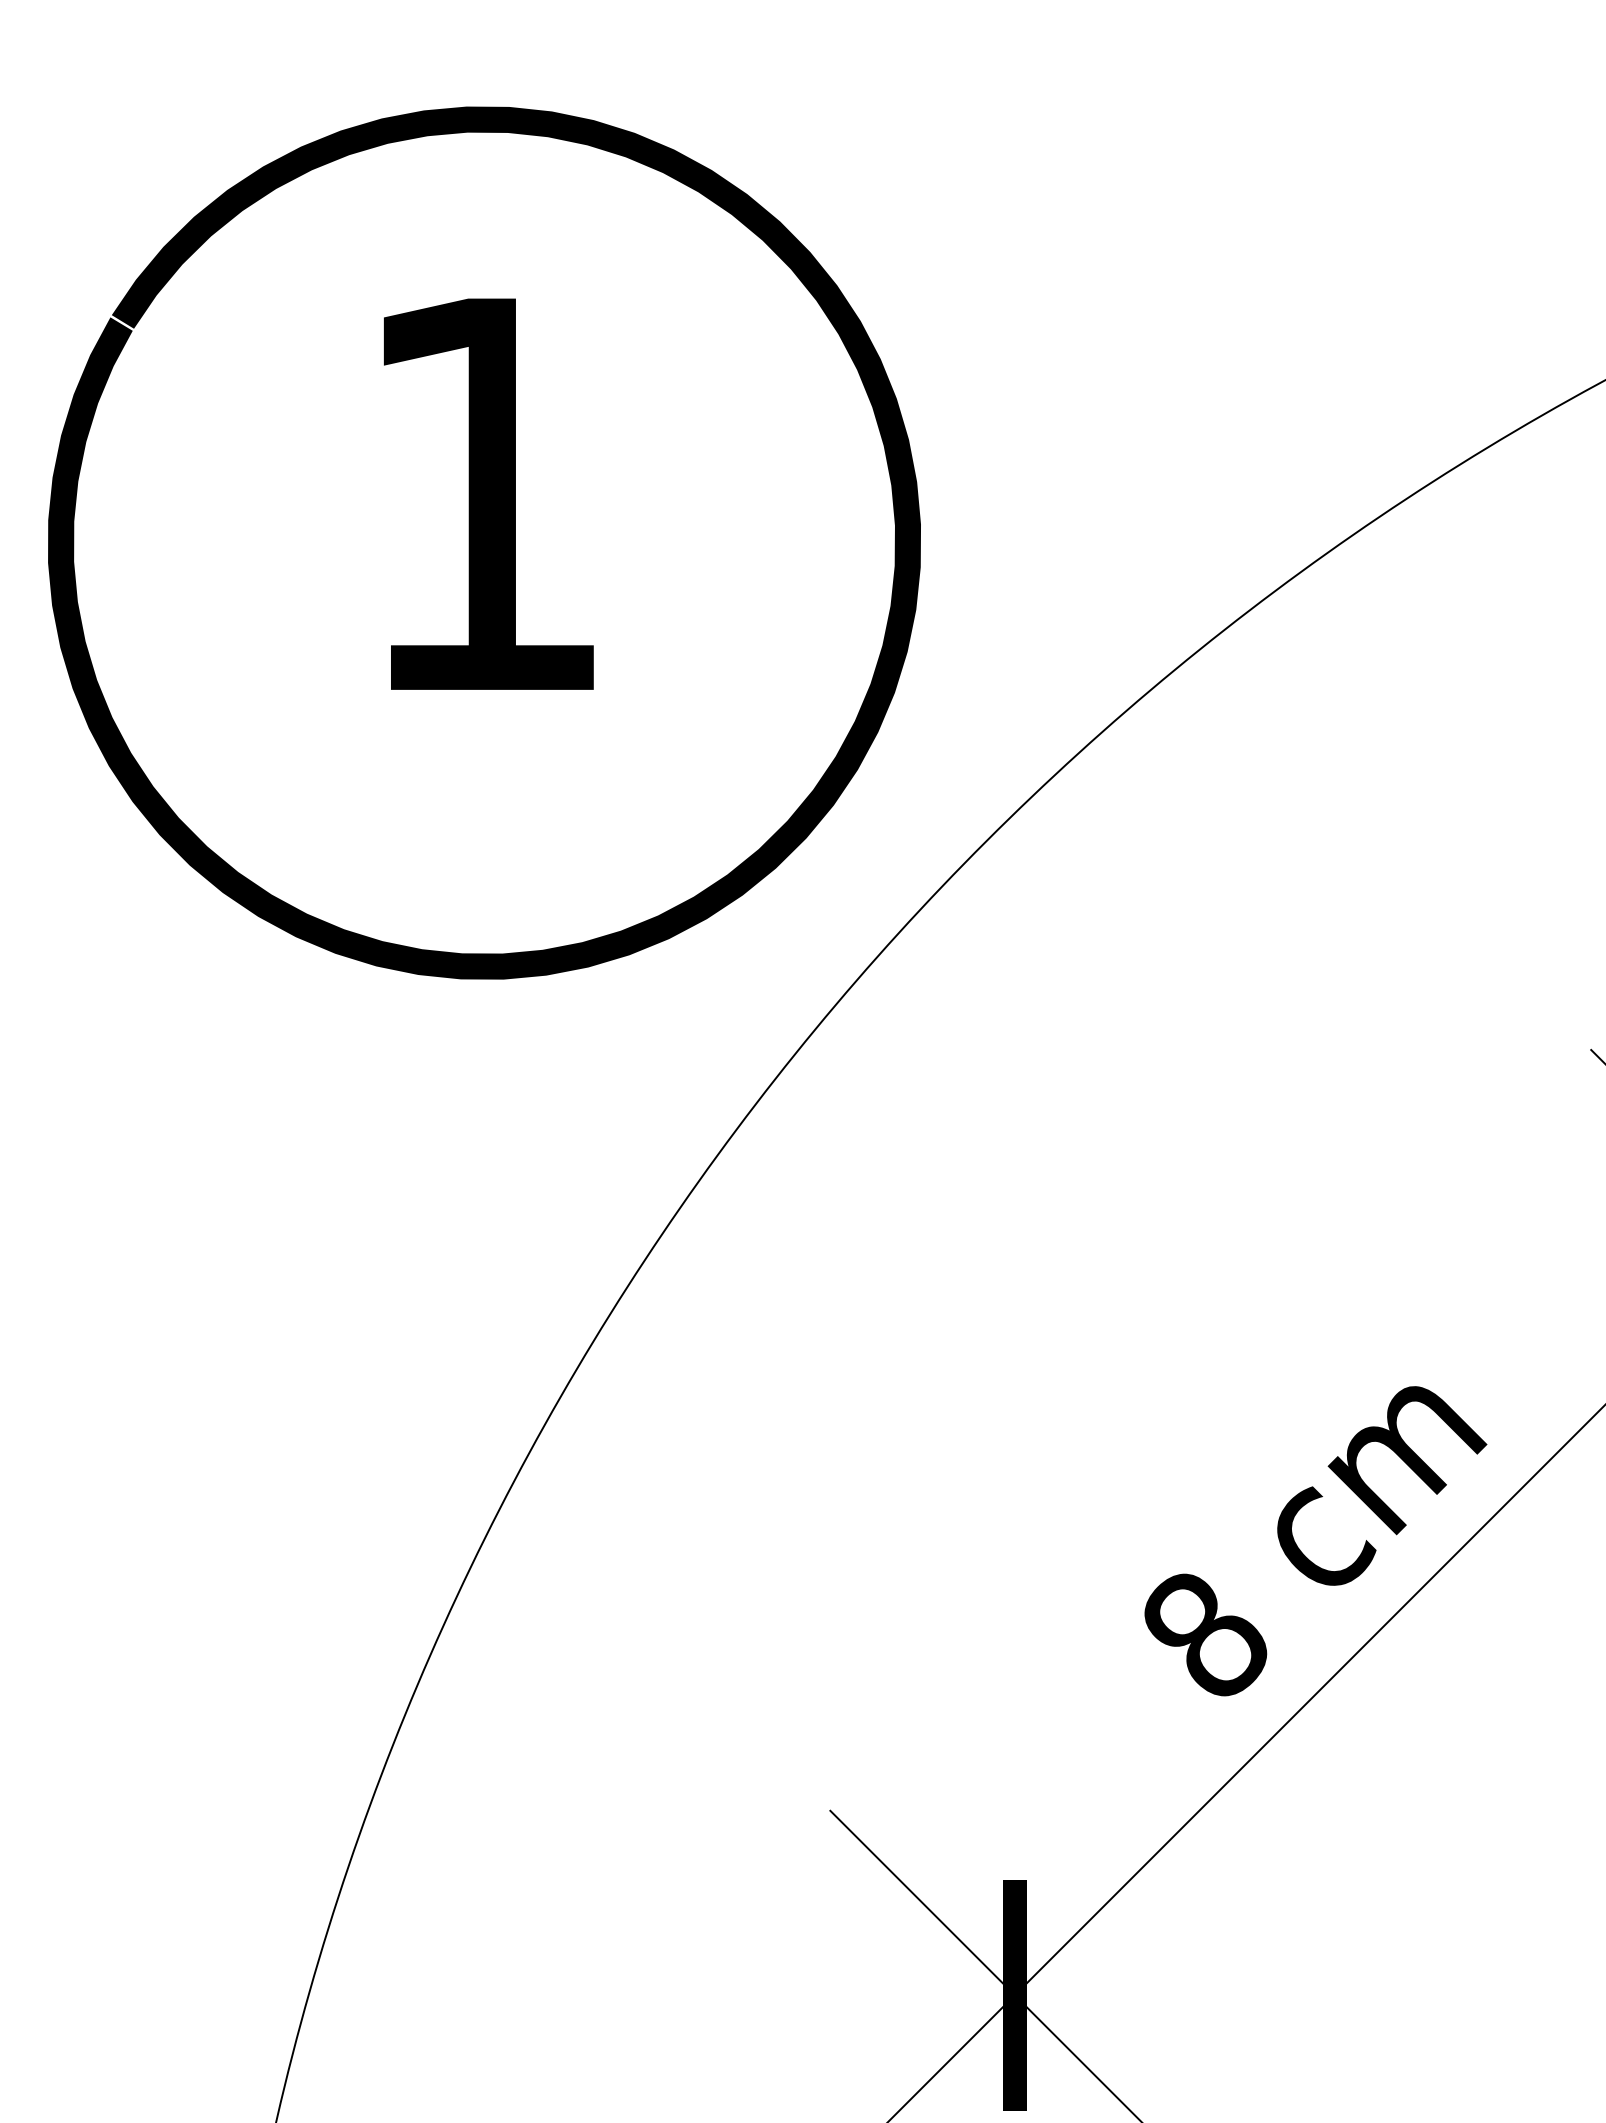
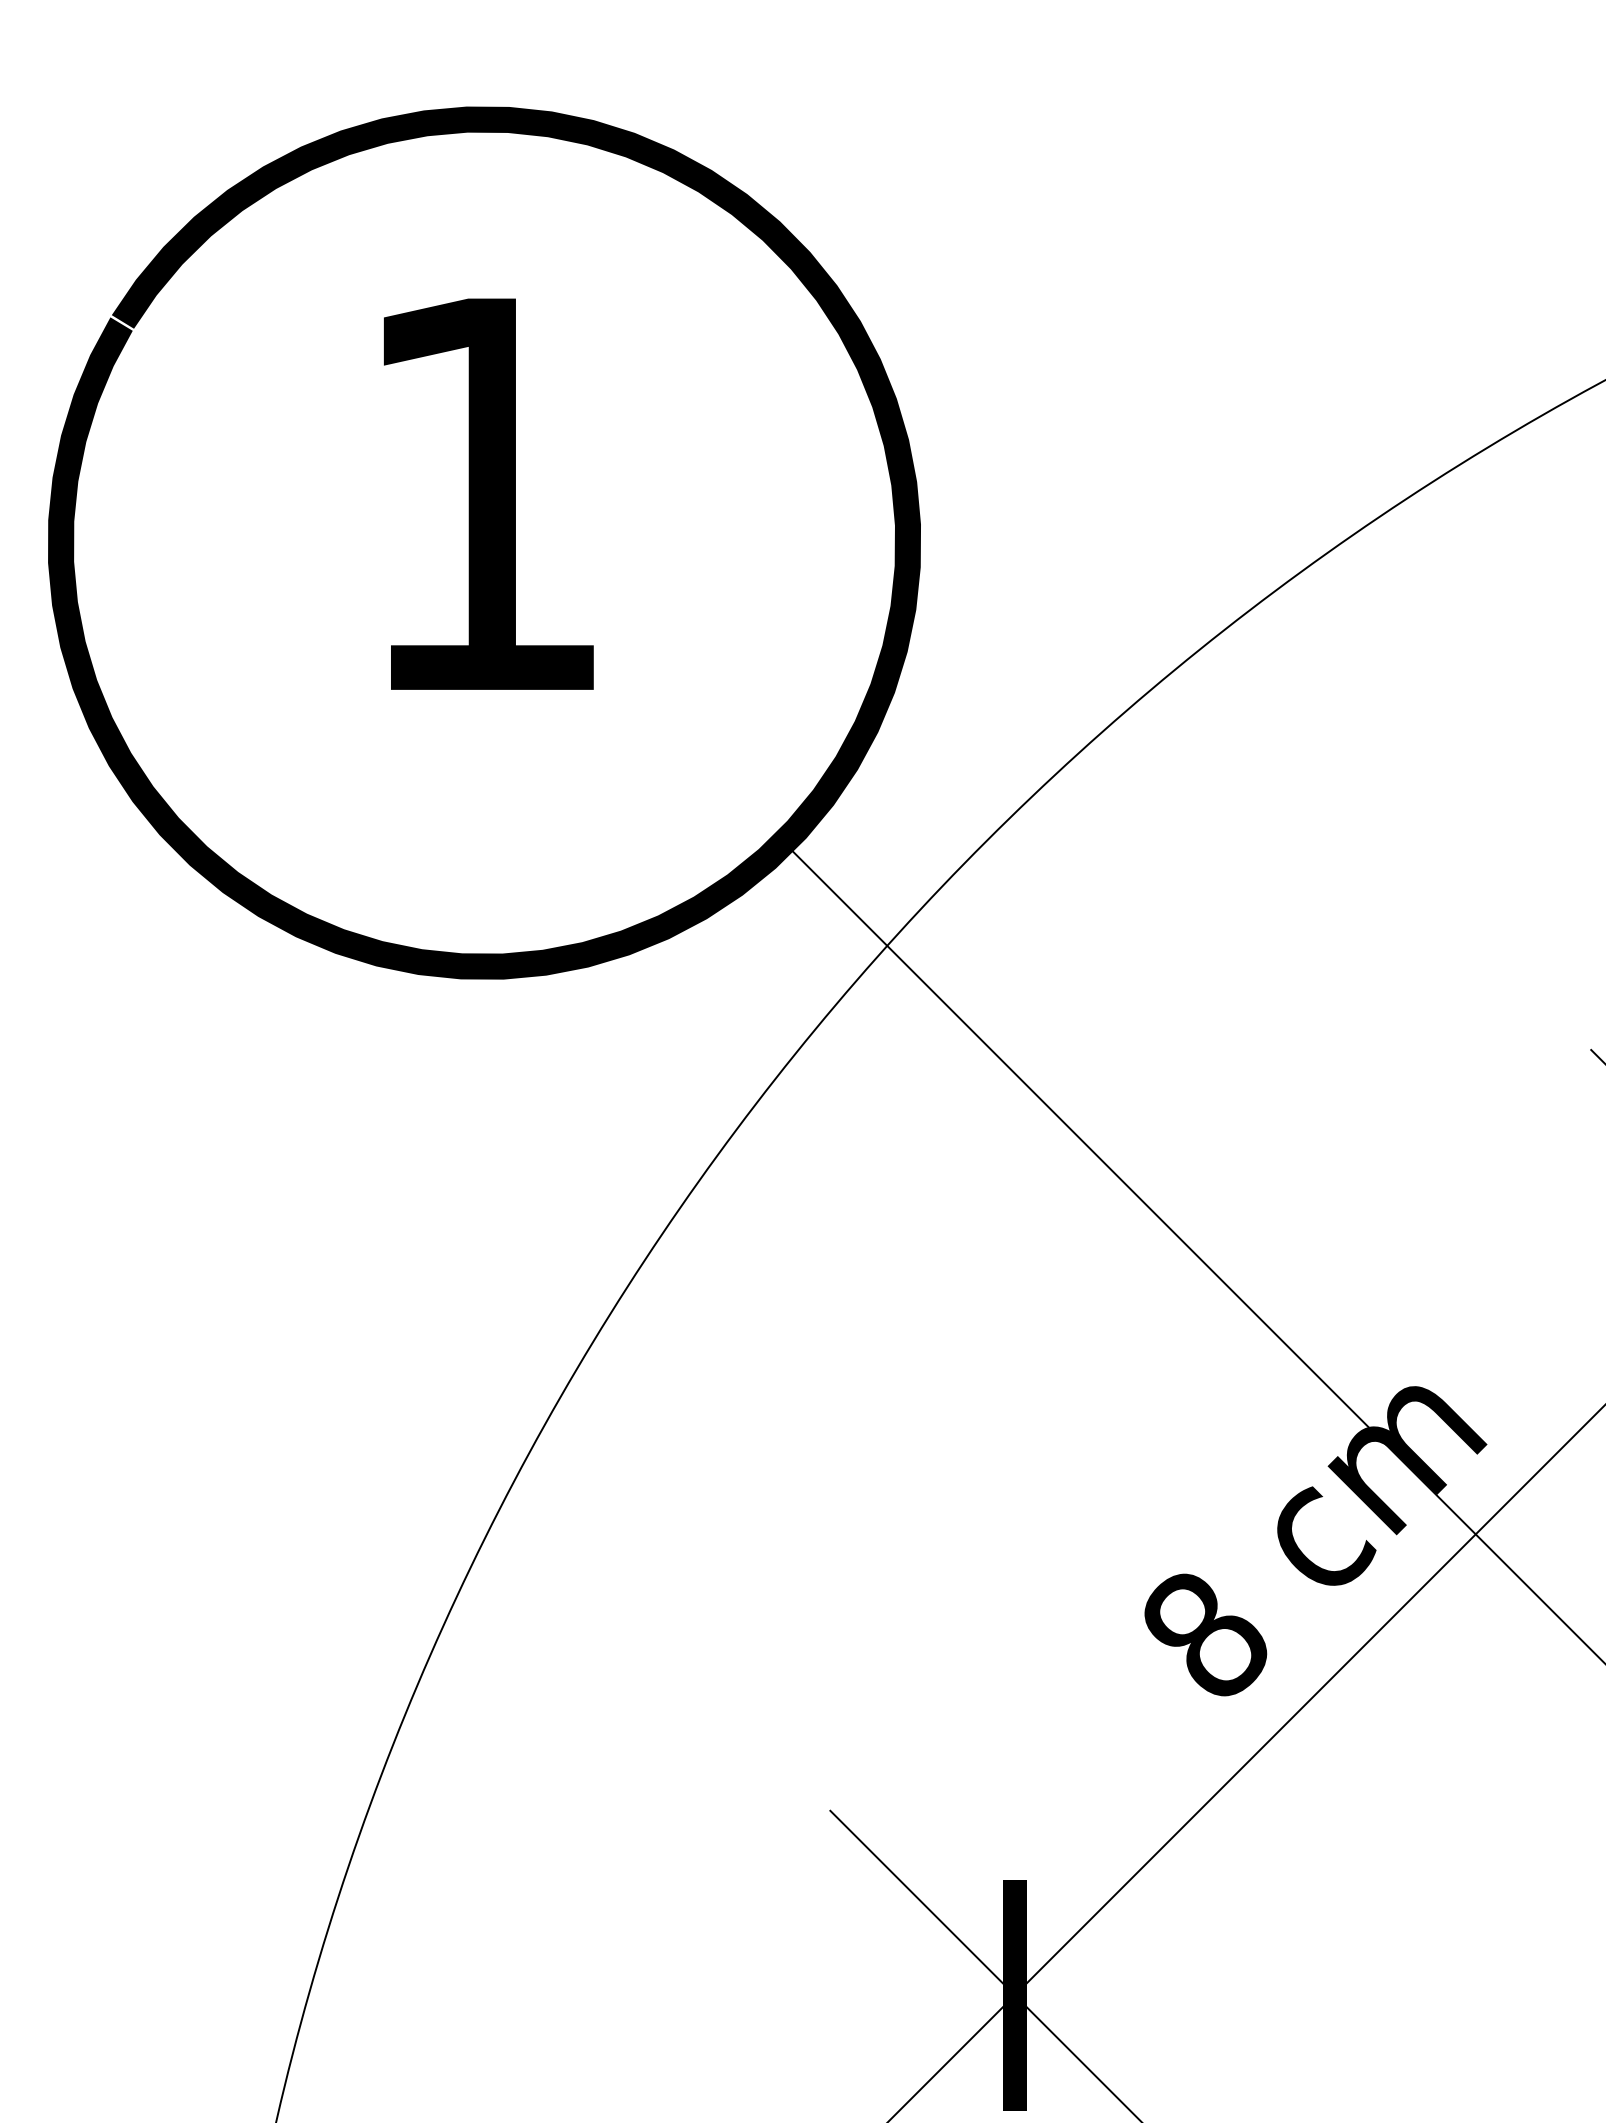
line at (1193, 1251): none -> present
